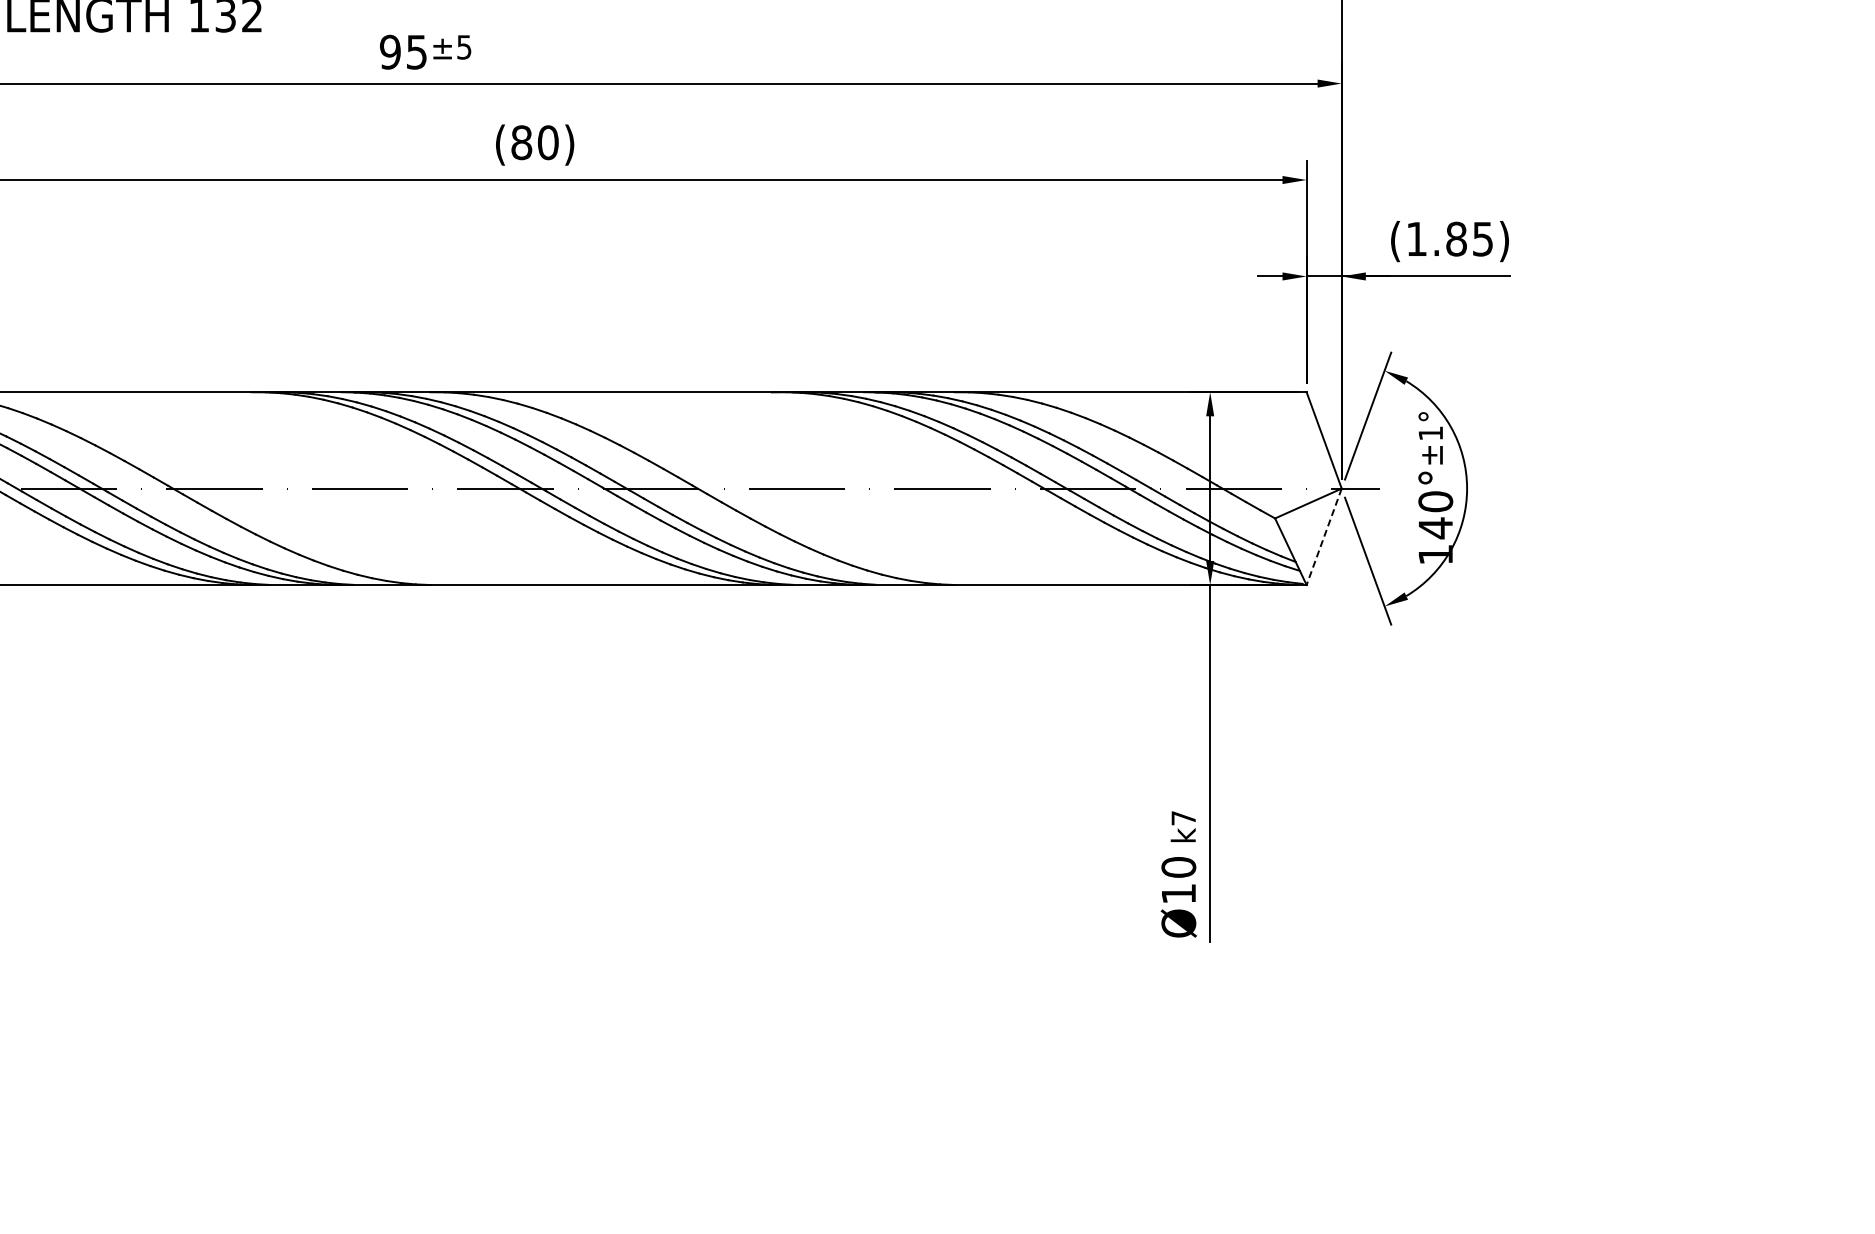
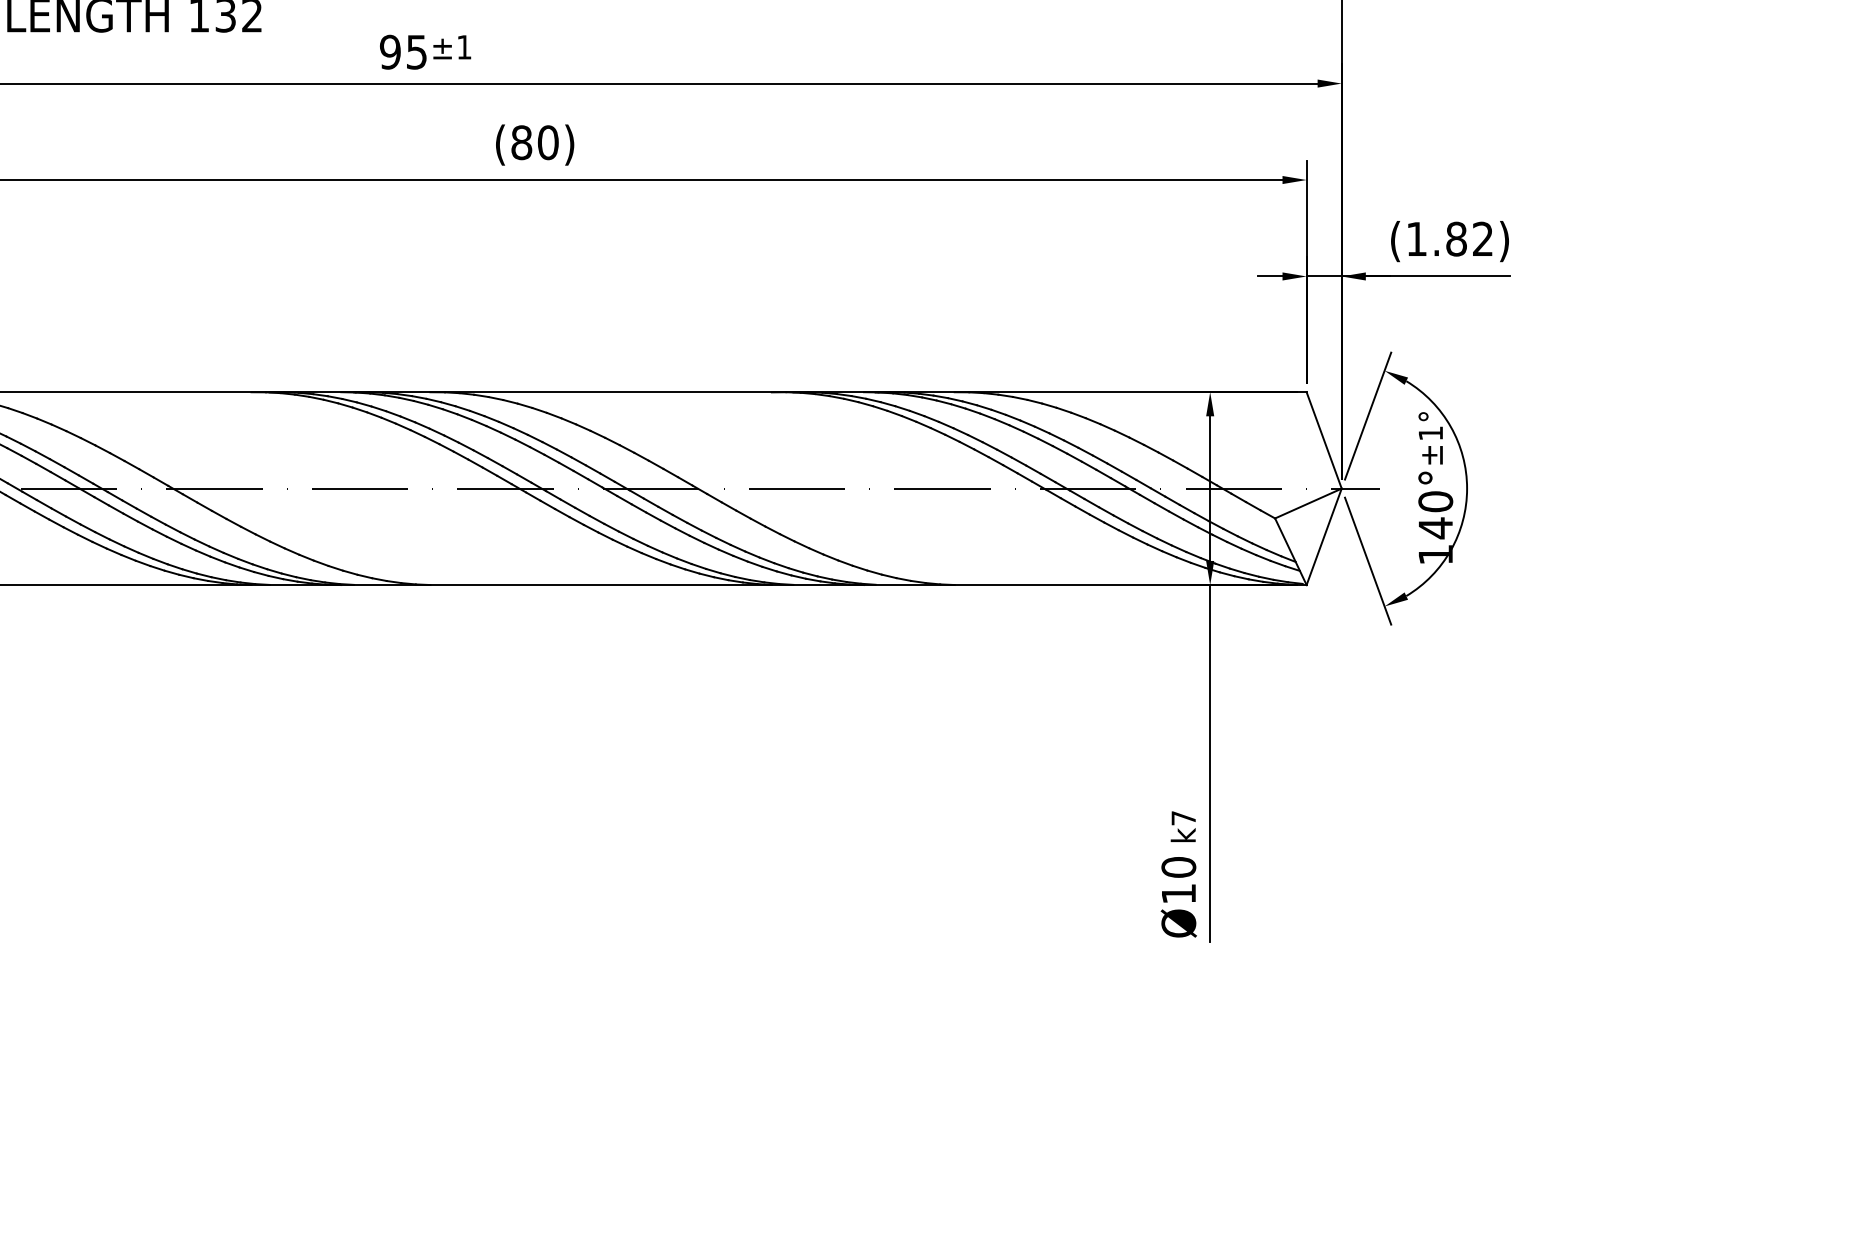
text at (464, 47): ±5 -> ±1
text at (1482, 238): (1.85) -> (1.82)
line at (1324, 537): dashed -> solid
